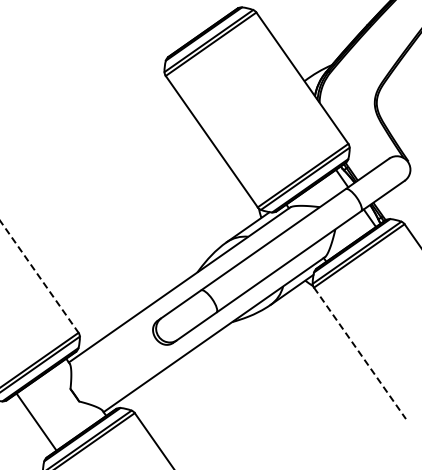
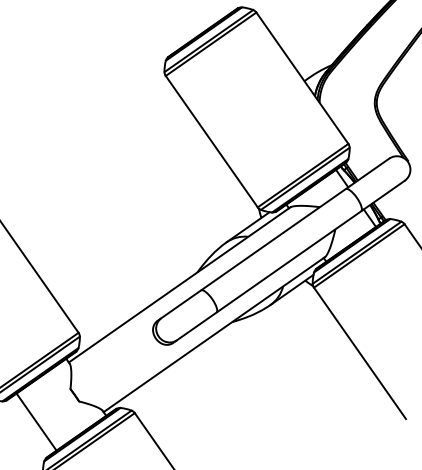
line at (39, 277): dashed -> solid
line at (360, 353): dashed -> solid
